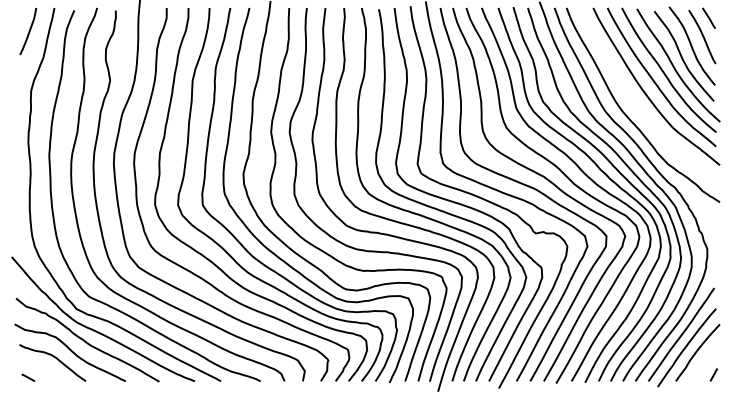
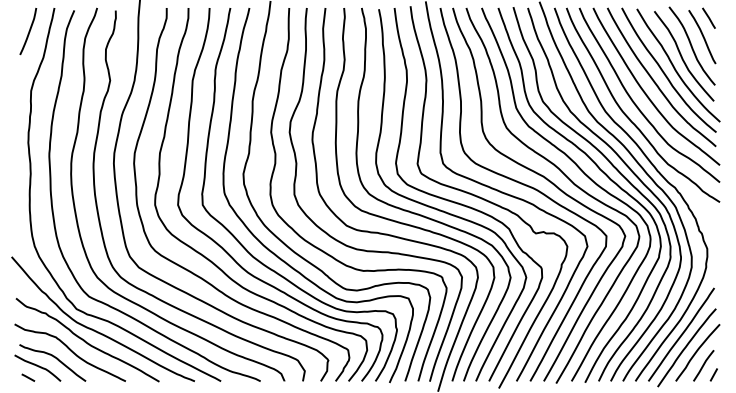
curve at (637, 105): none -> present
line at (703, 365): none -> present
curve at (37, 366): none -> present
